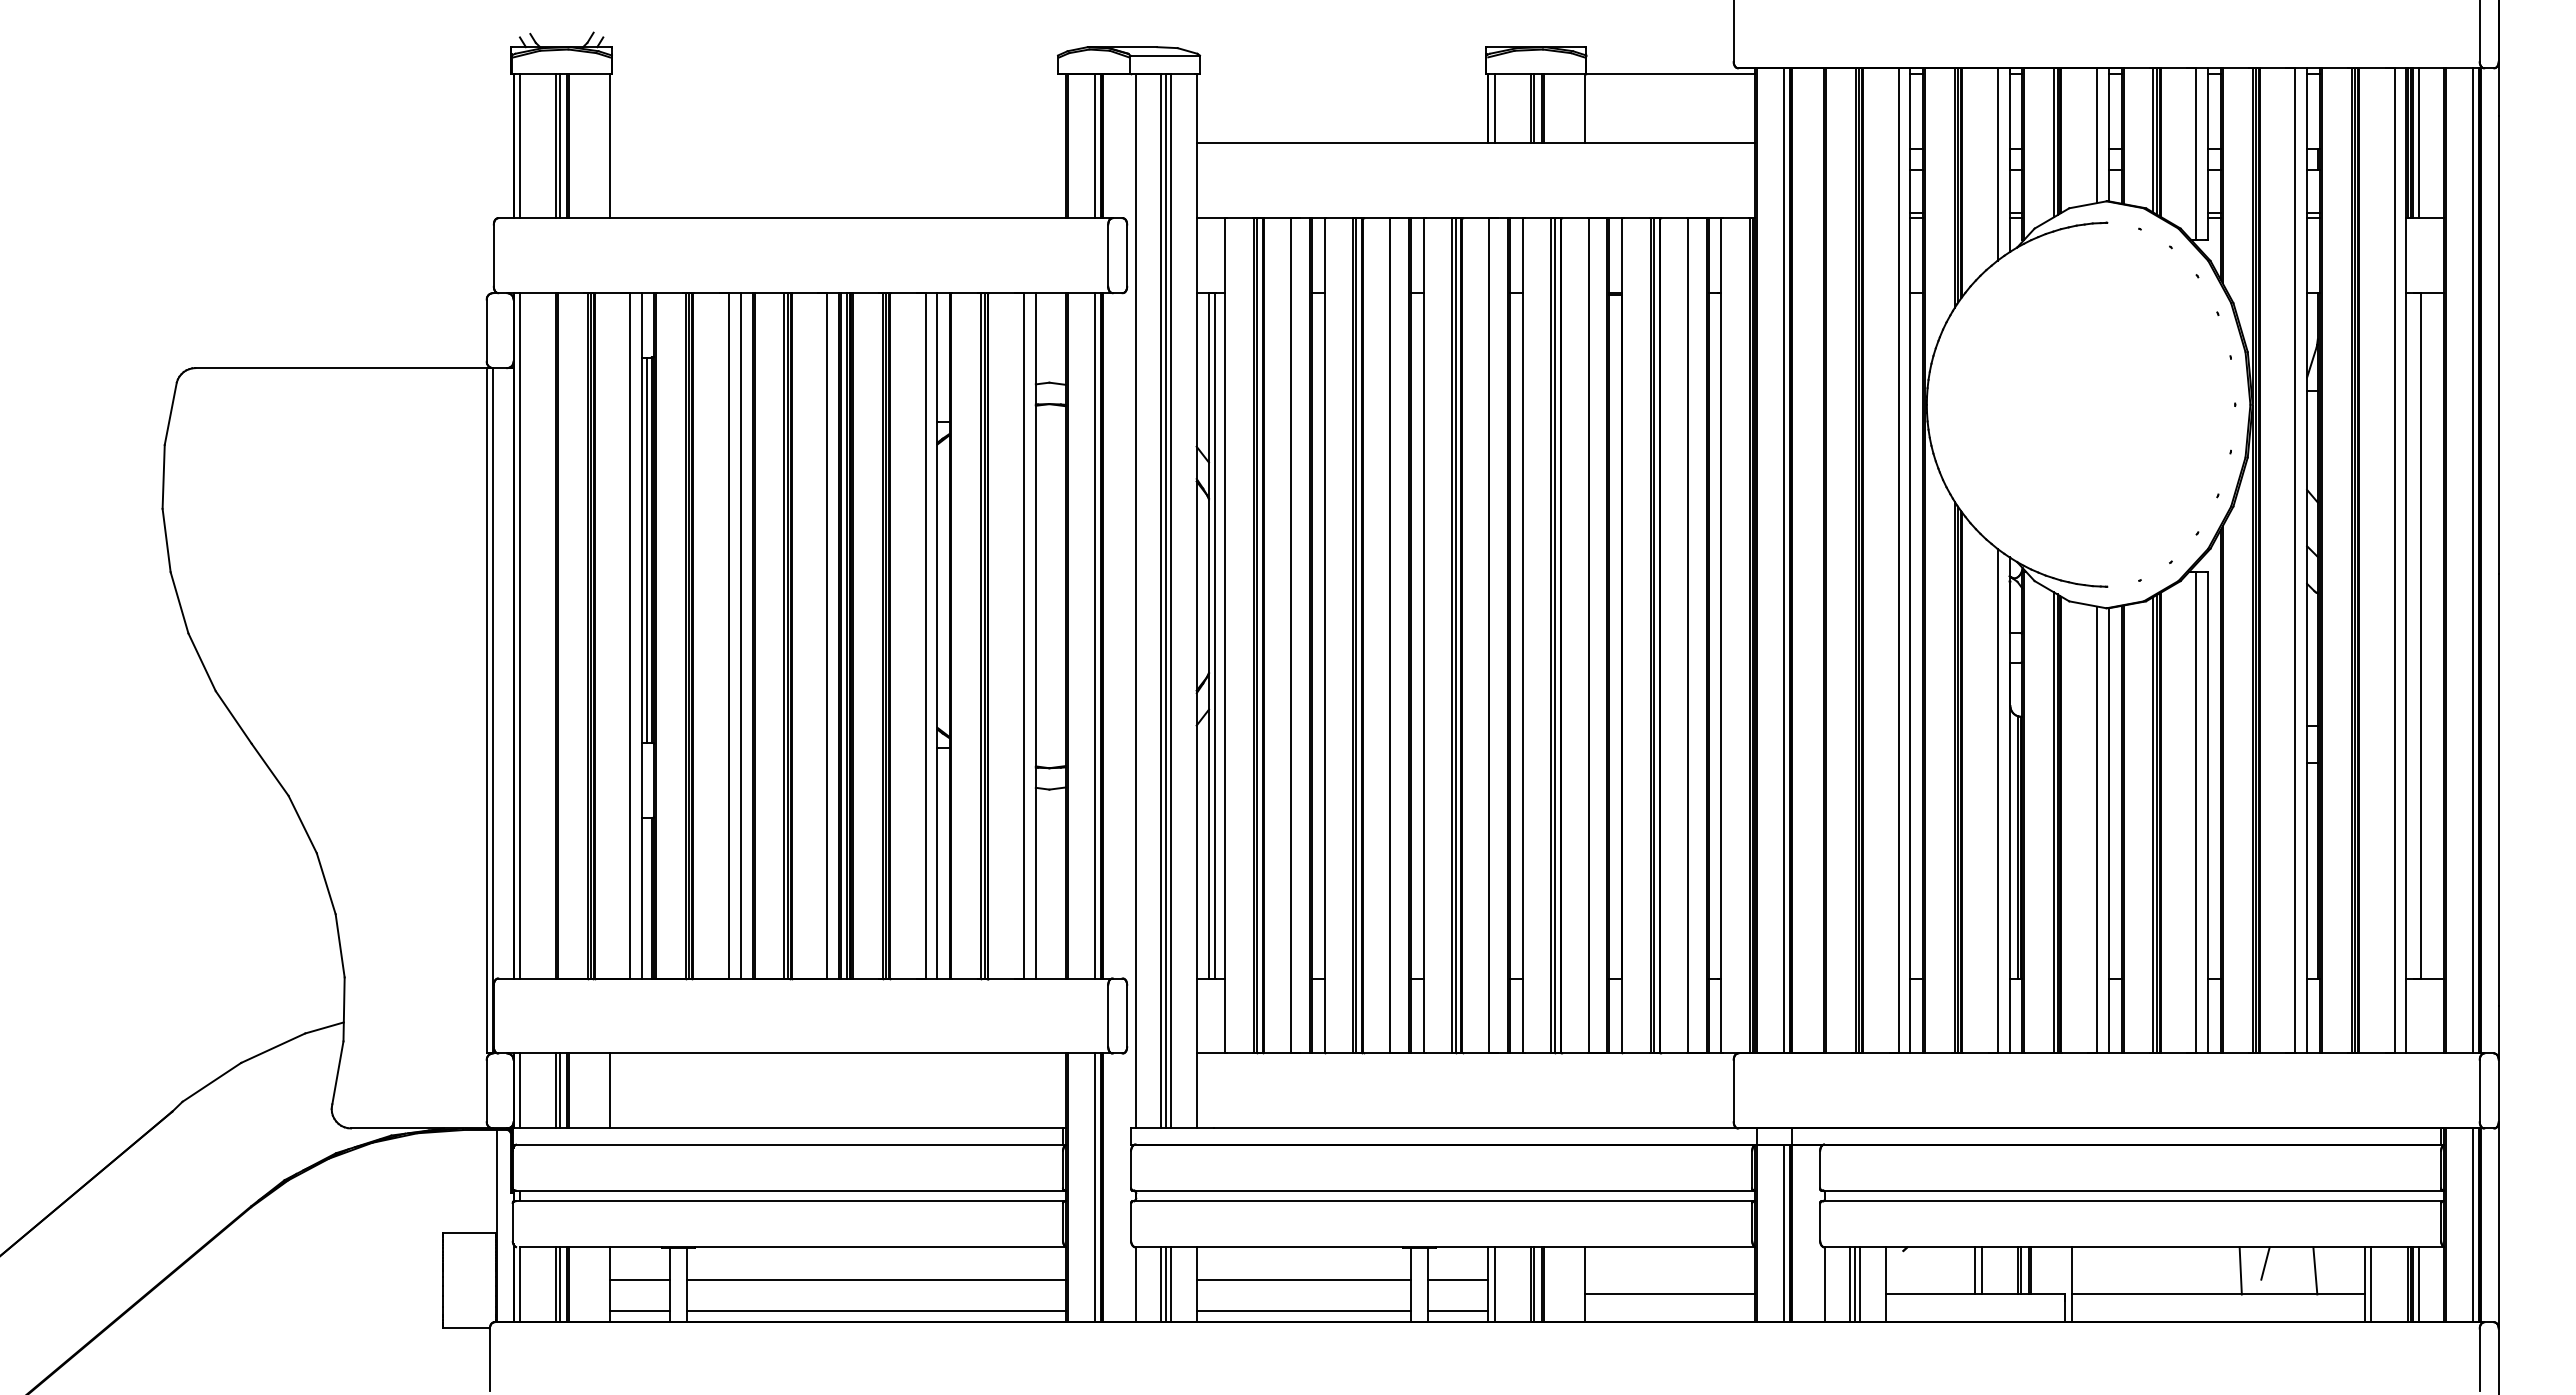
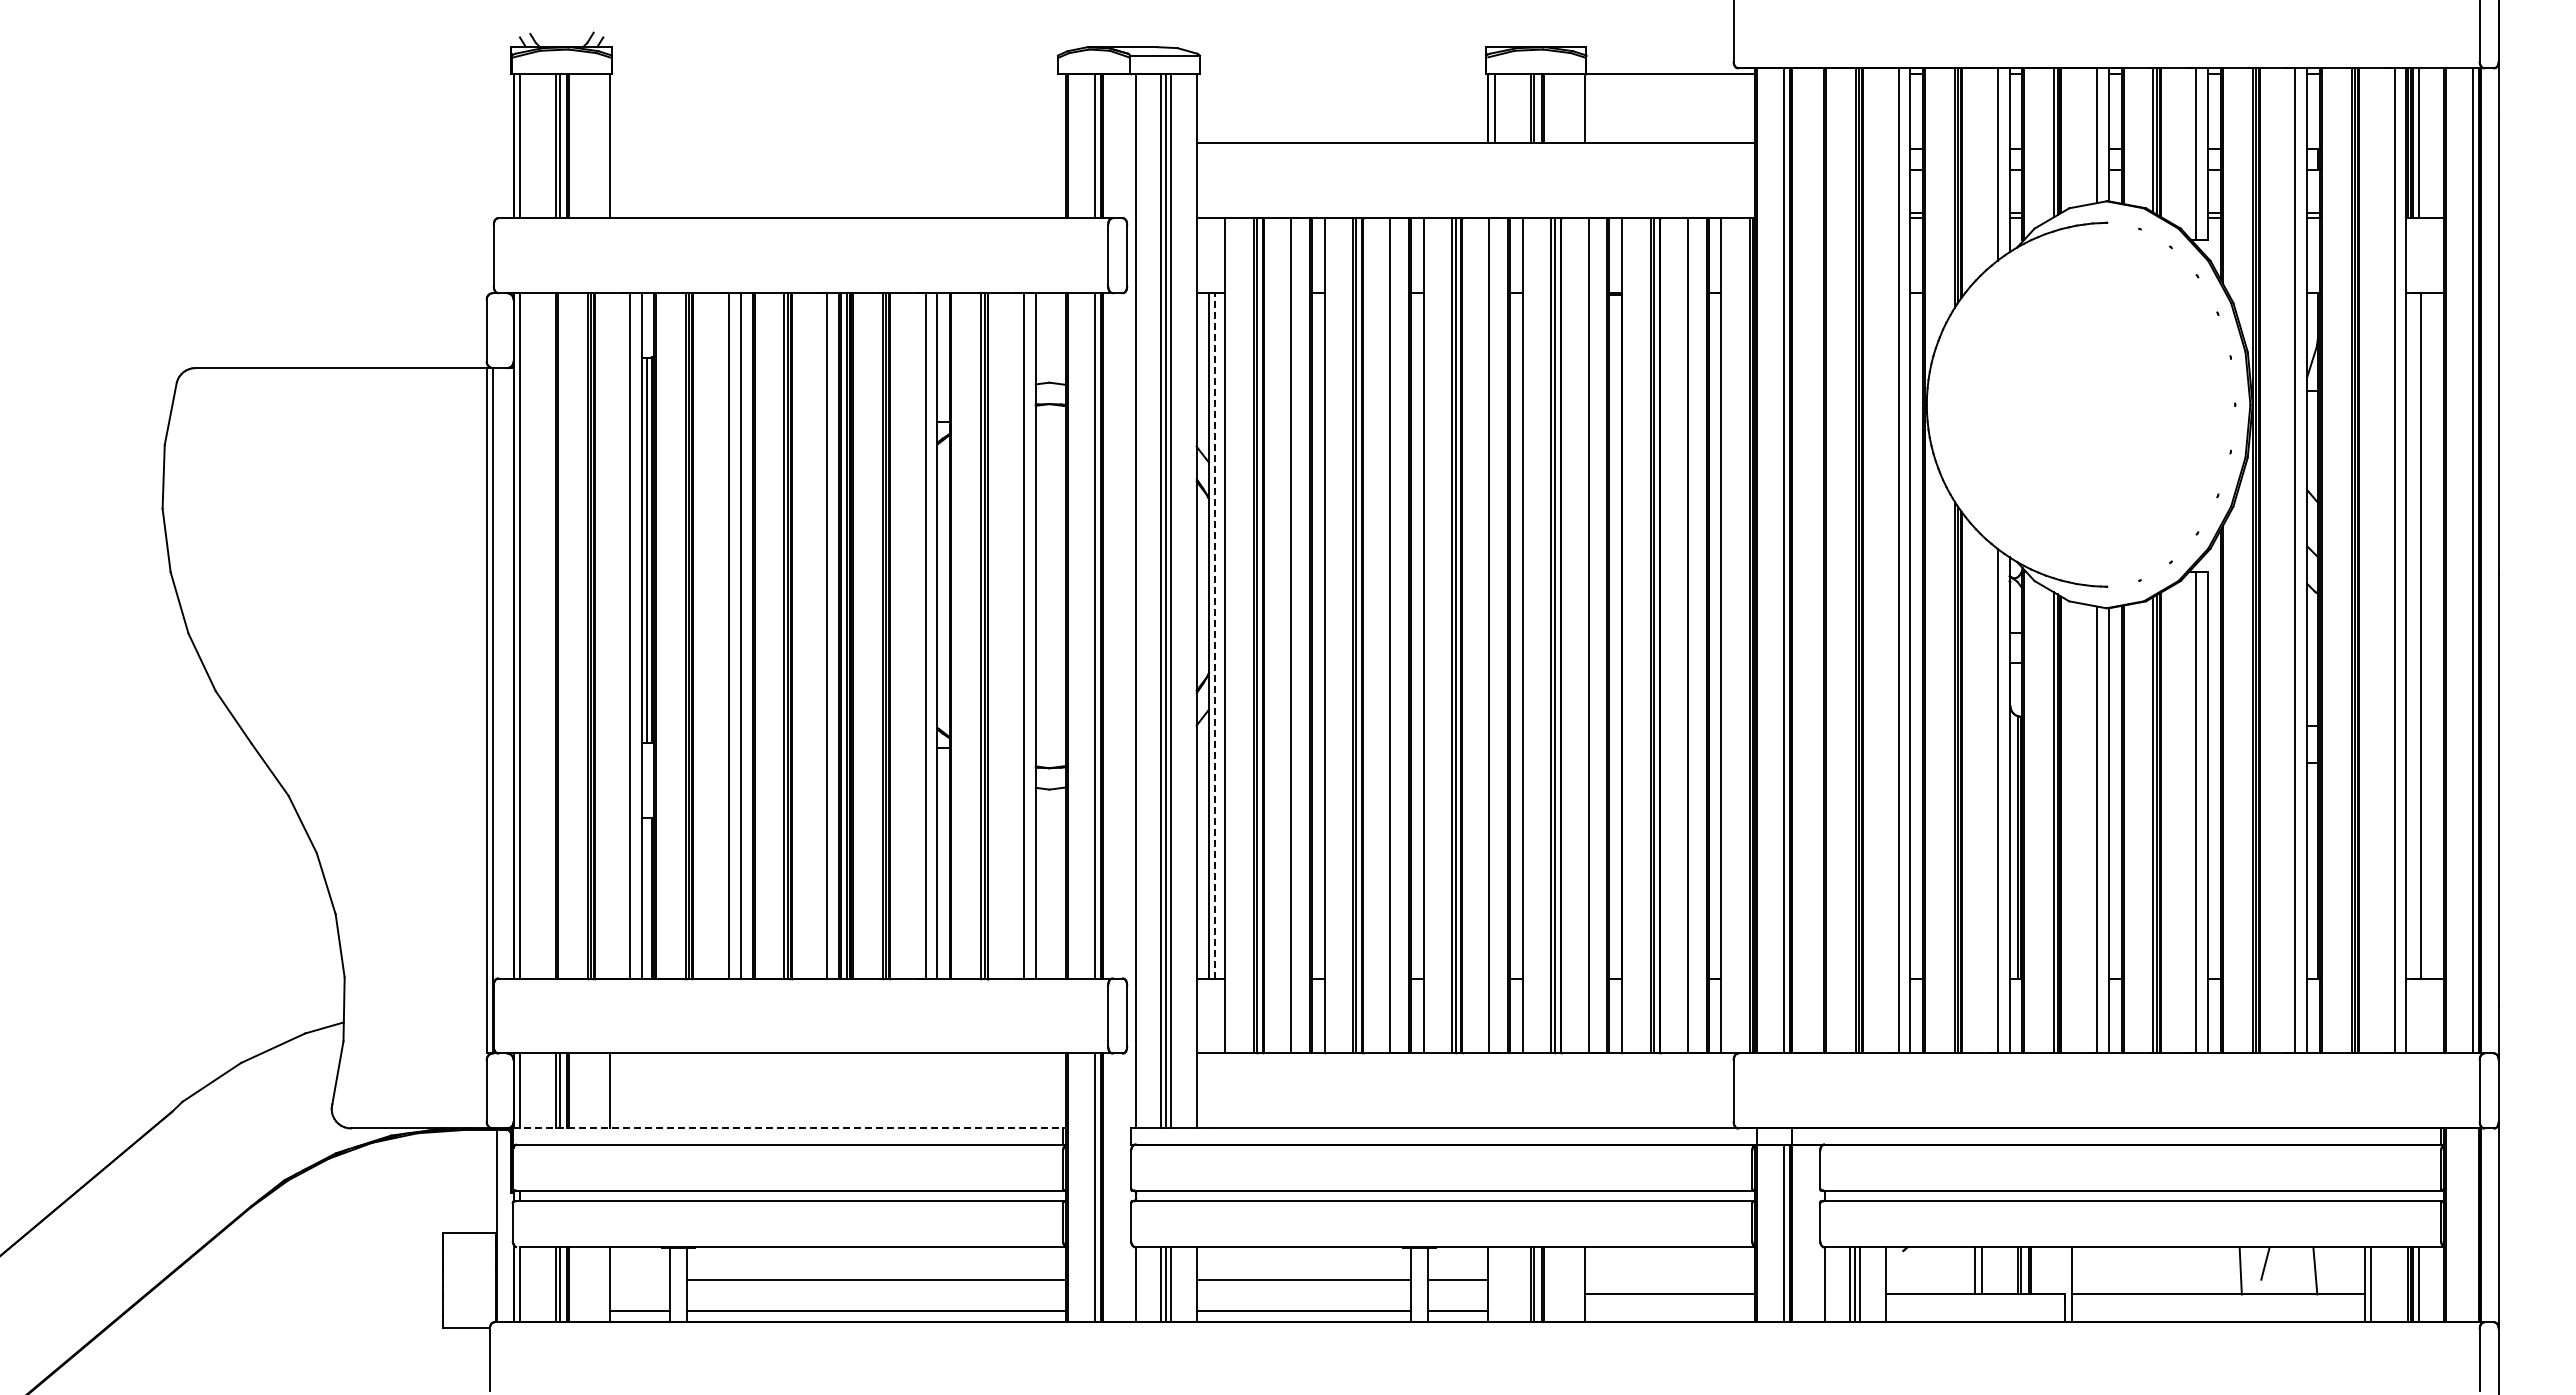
line at (1215, 635): solid -> dashed
line at (788, 1128): solid -> dashed
line at (2473, 1225): present -> none
line at (639, 1279): present -> none
line at (1494, 1284): present -> none
